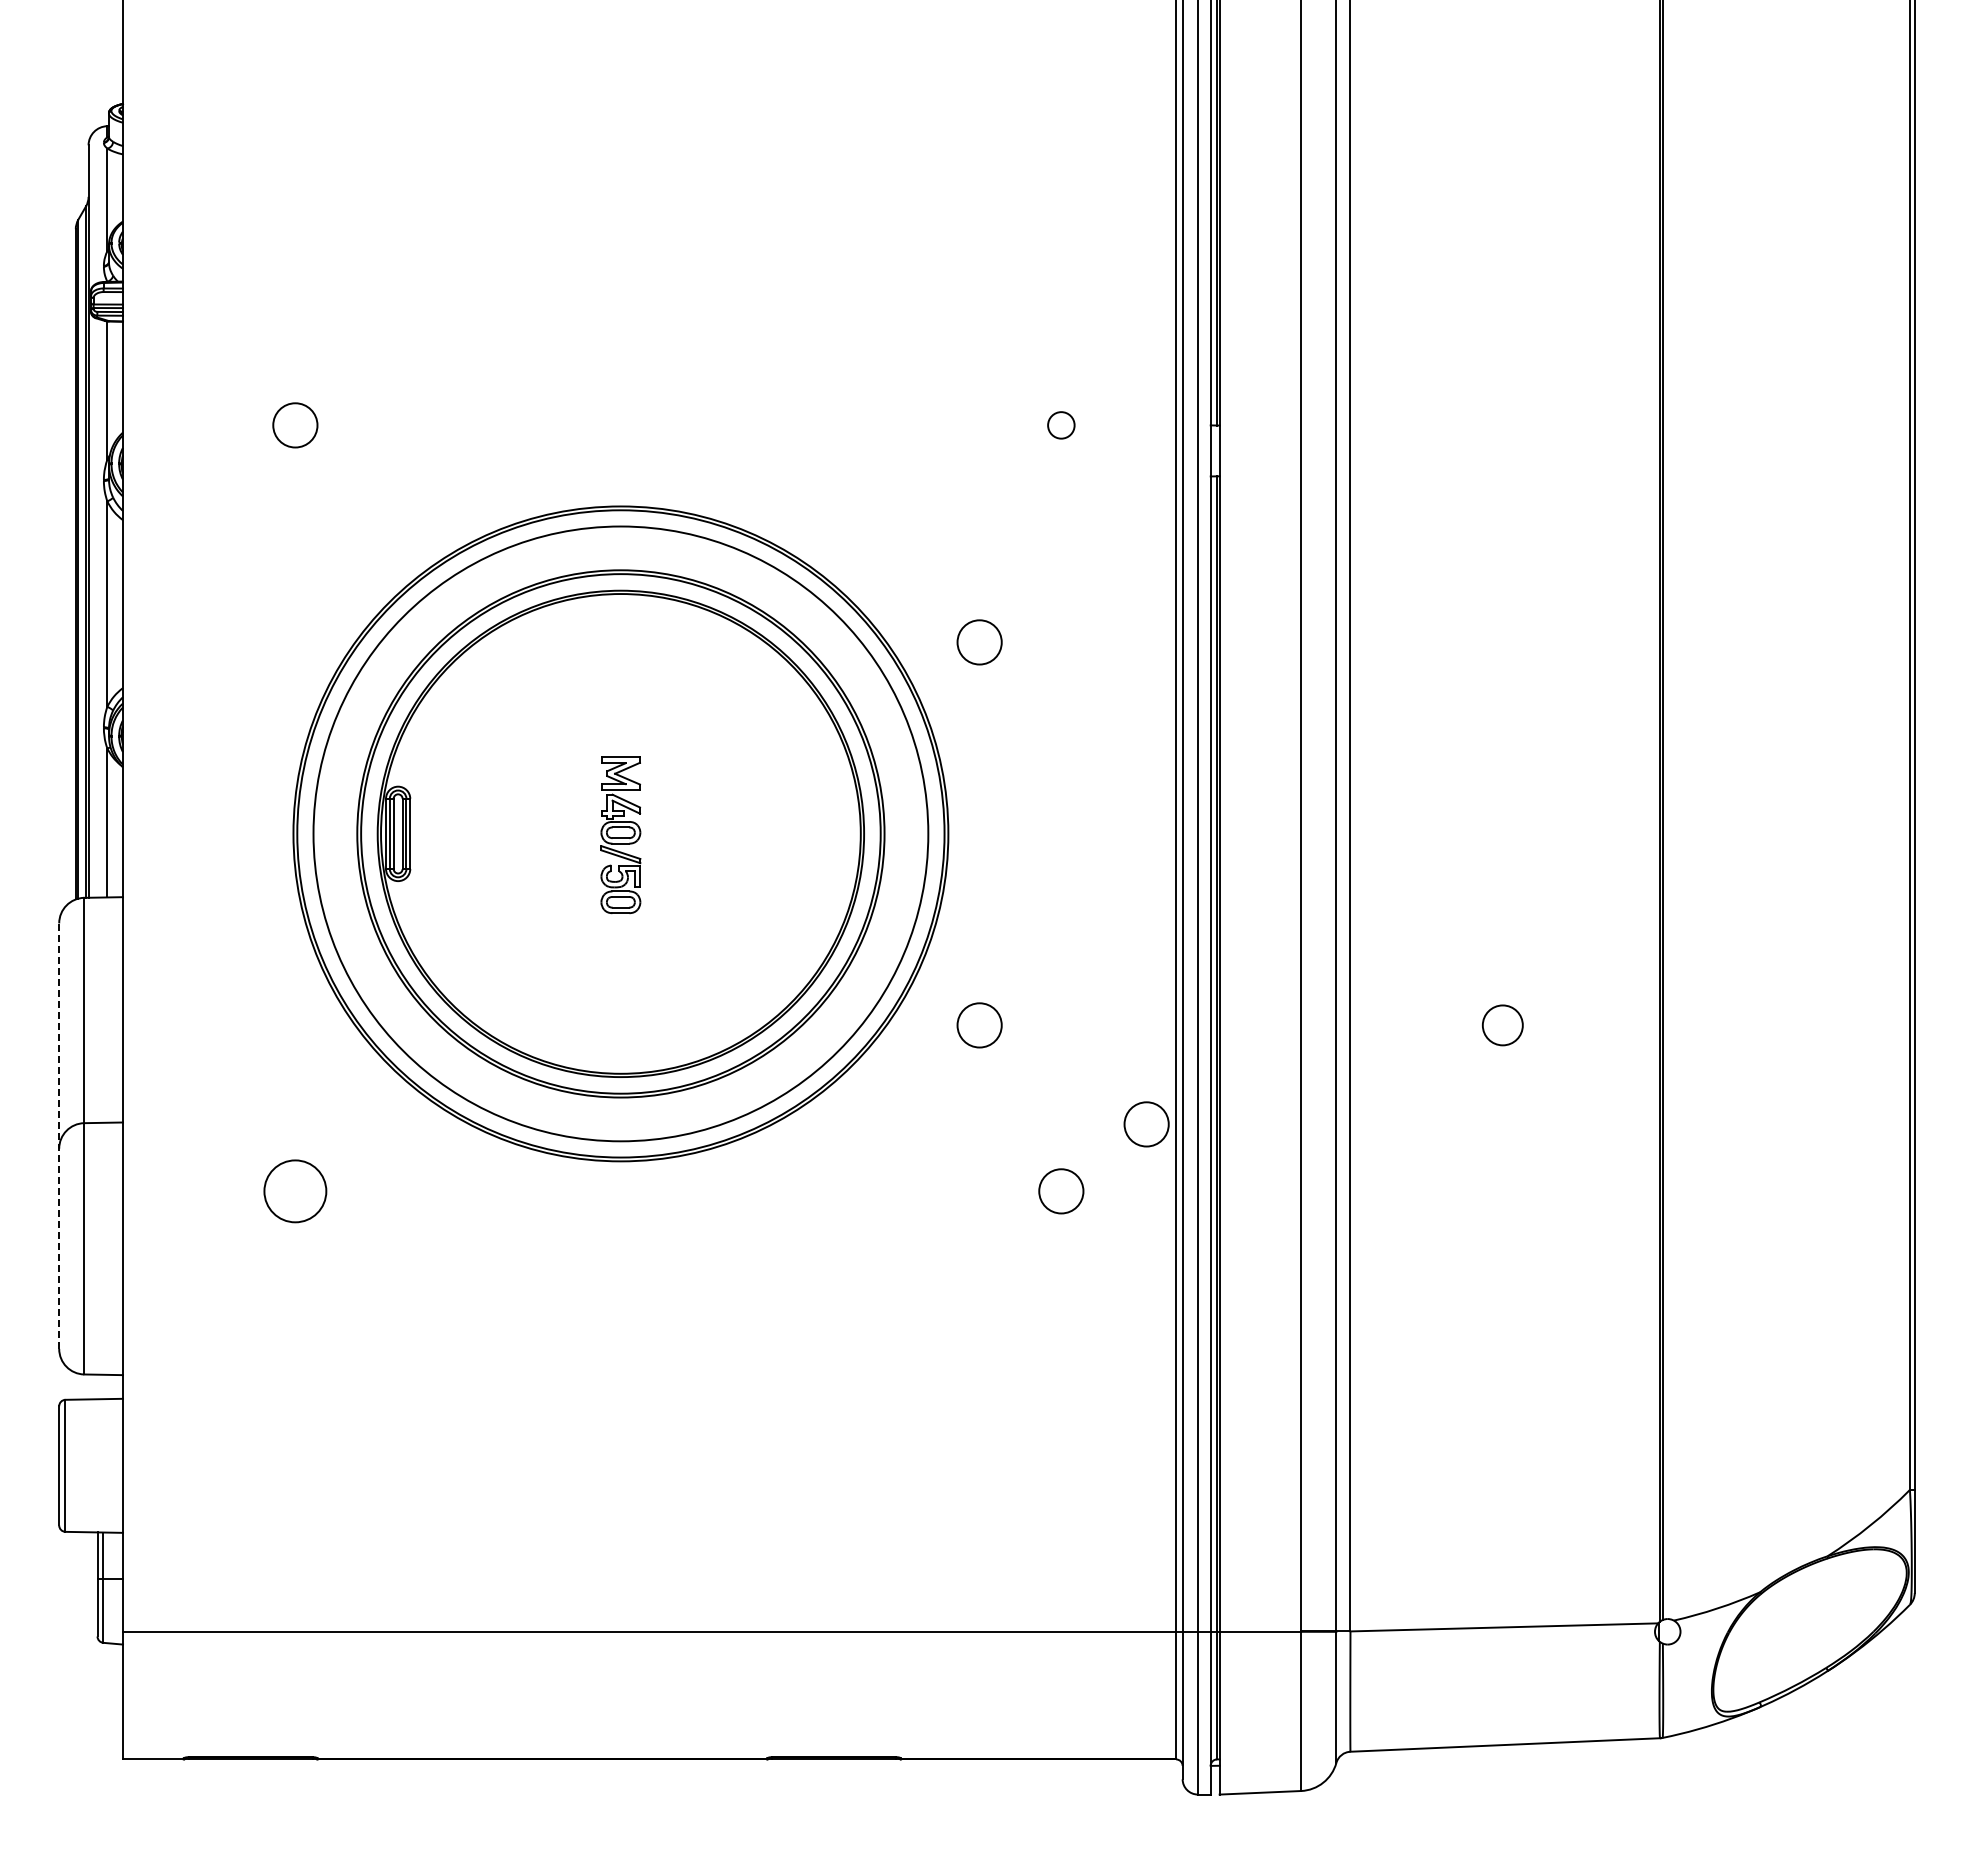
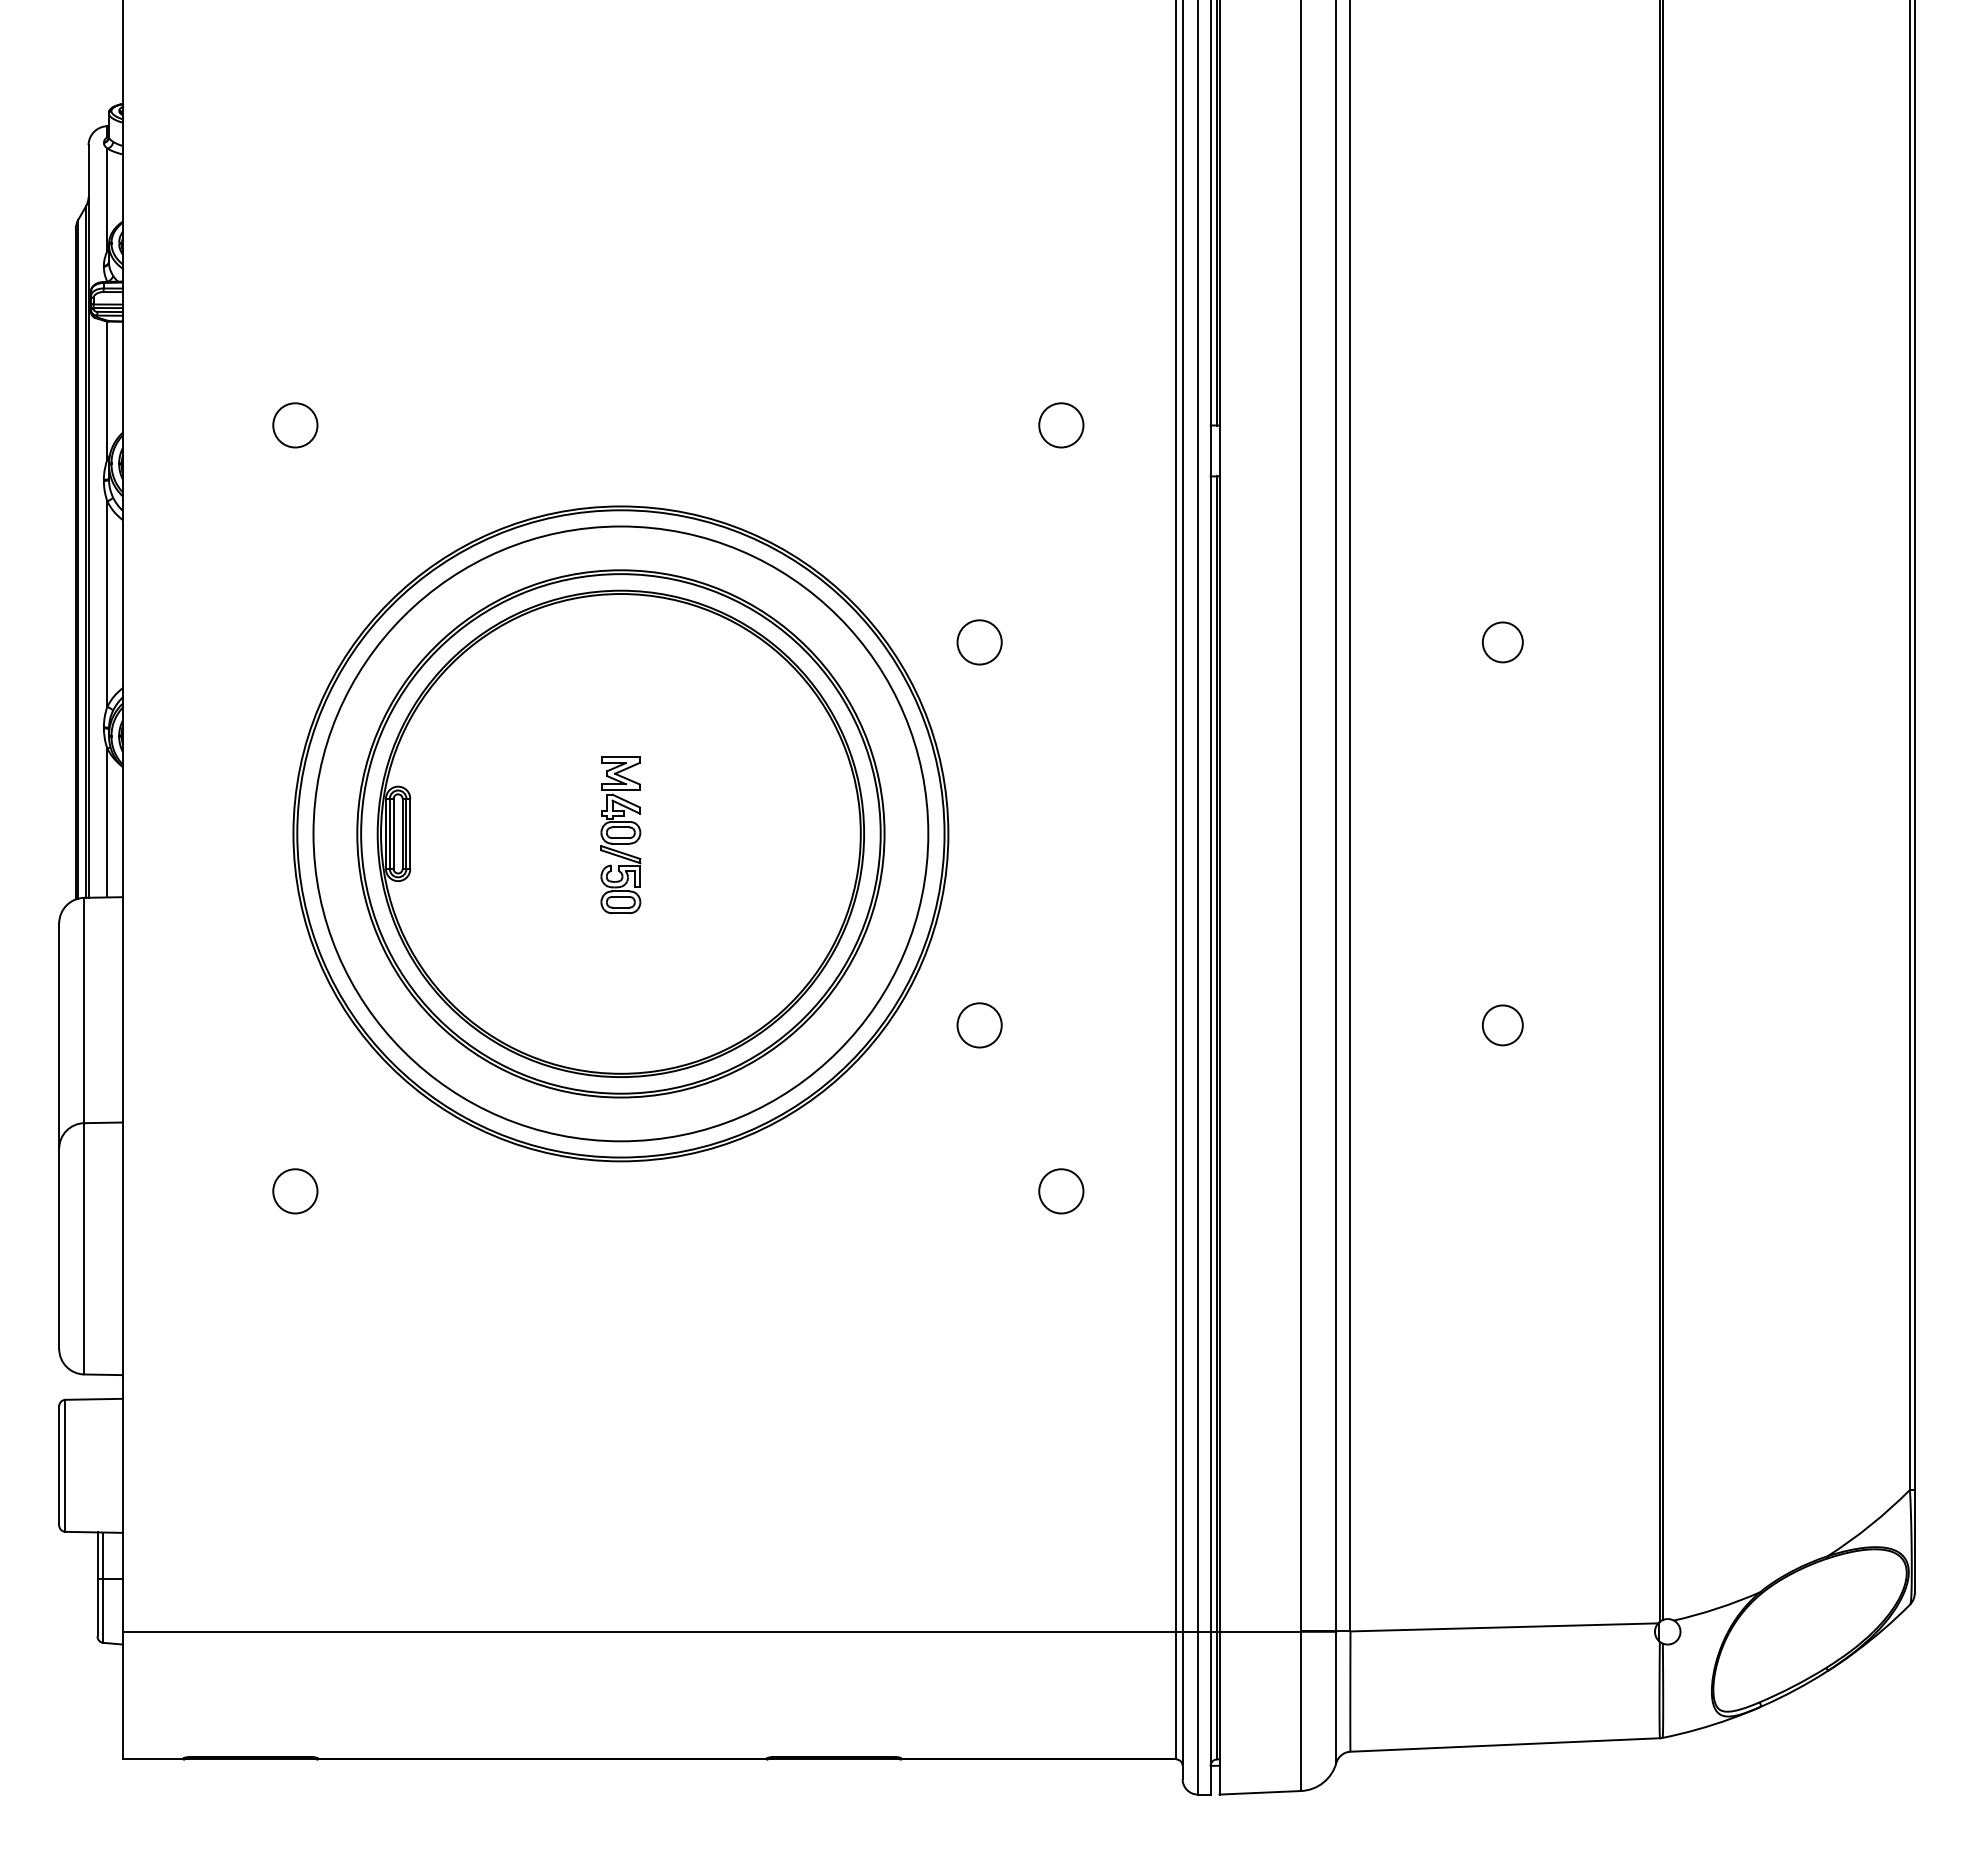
circle at (1061, 425) diameter: 27 px -> 44 px
part at (1502, 642): none -> present
circle at (1146, 1124): present -> none
line at (59, 1136): dashed -> solid
circle at (295, 1191) diameter: 62 px -> 44 px
